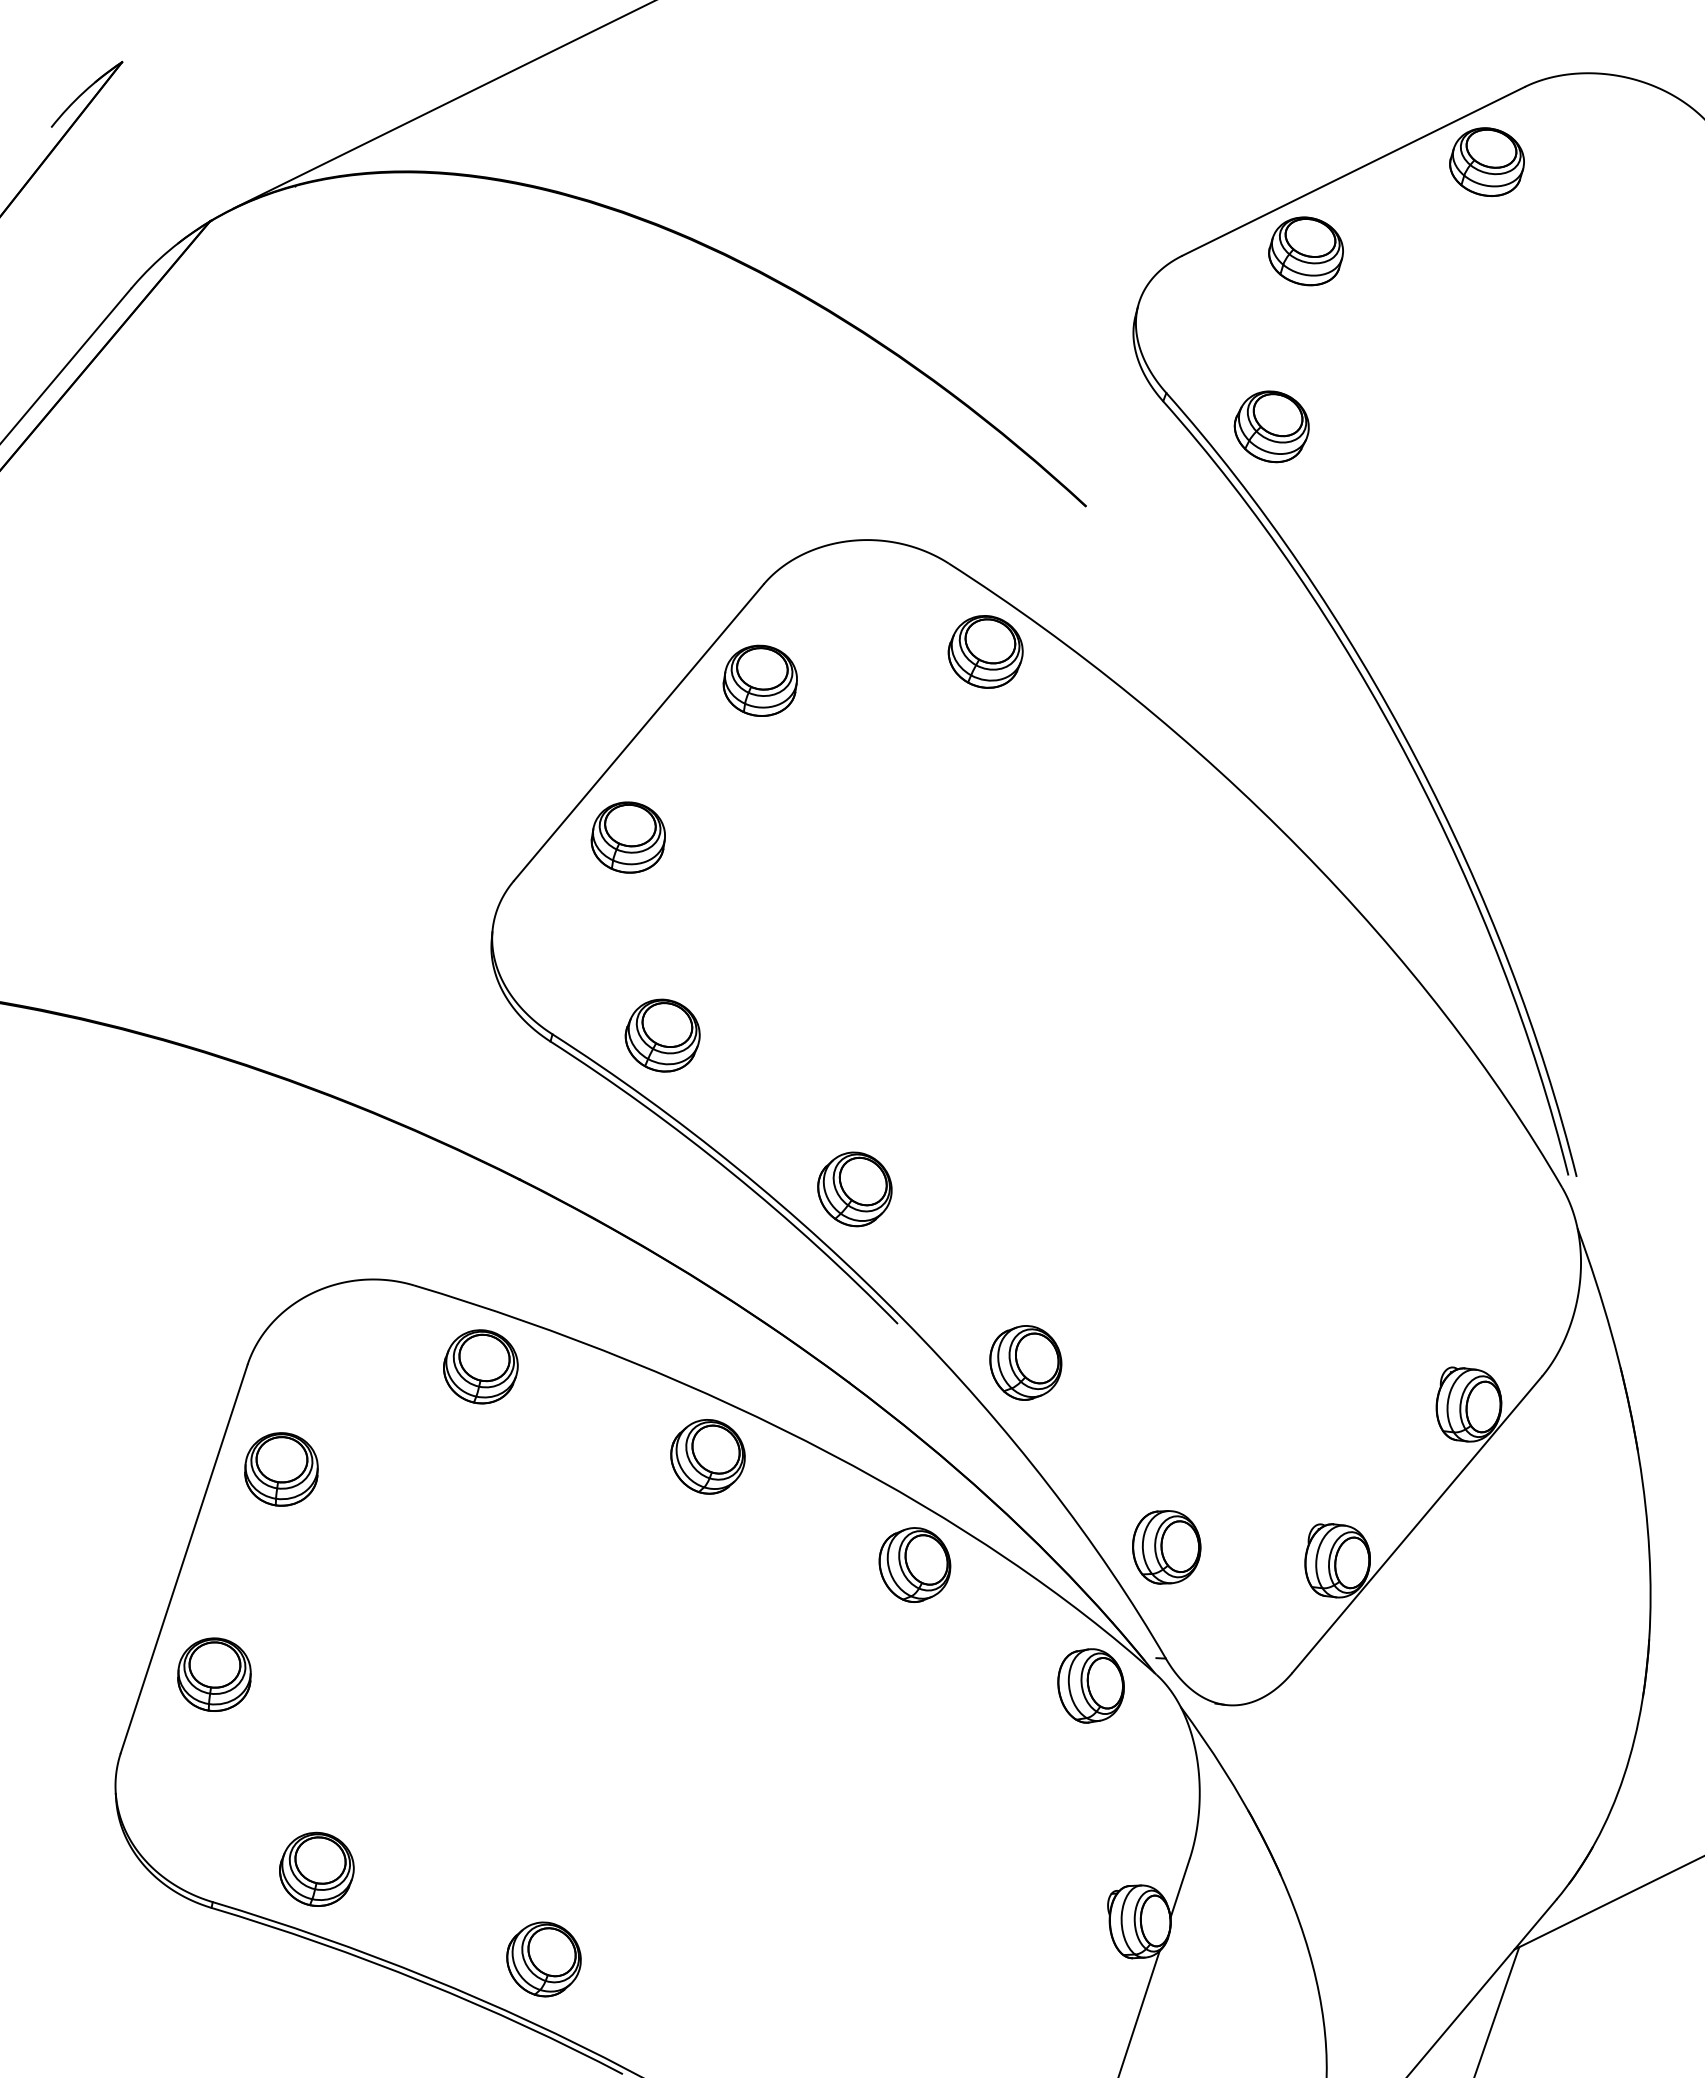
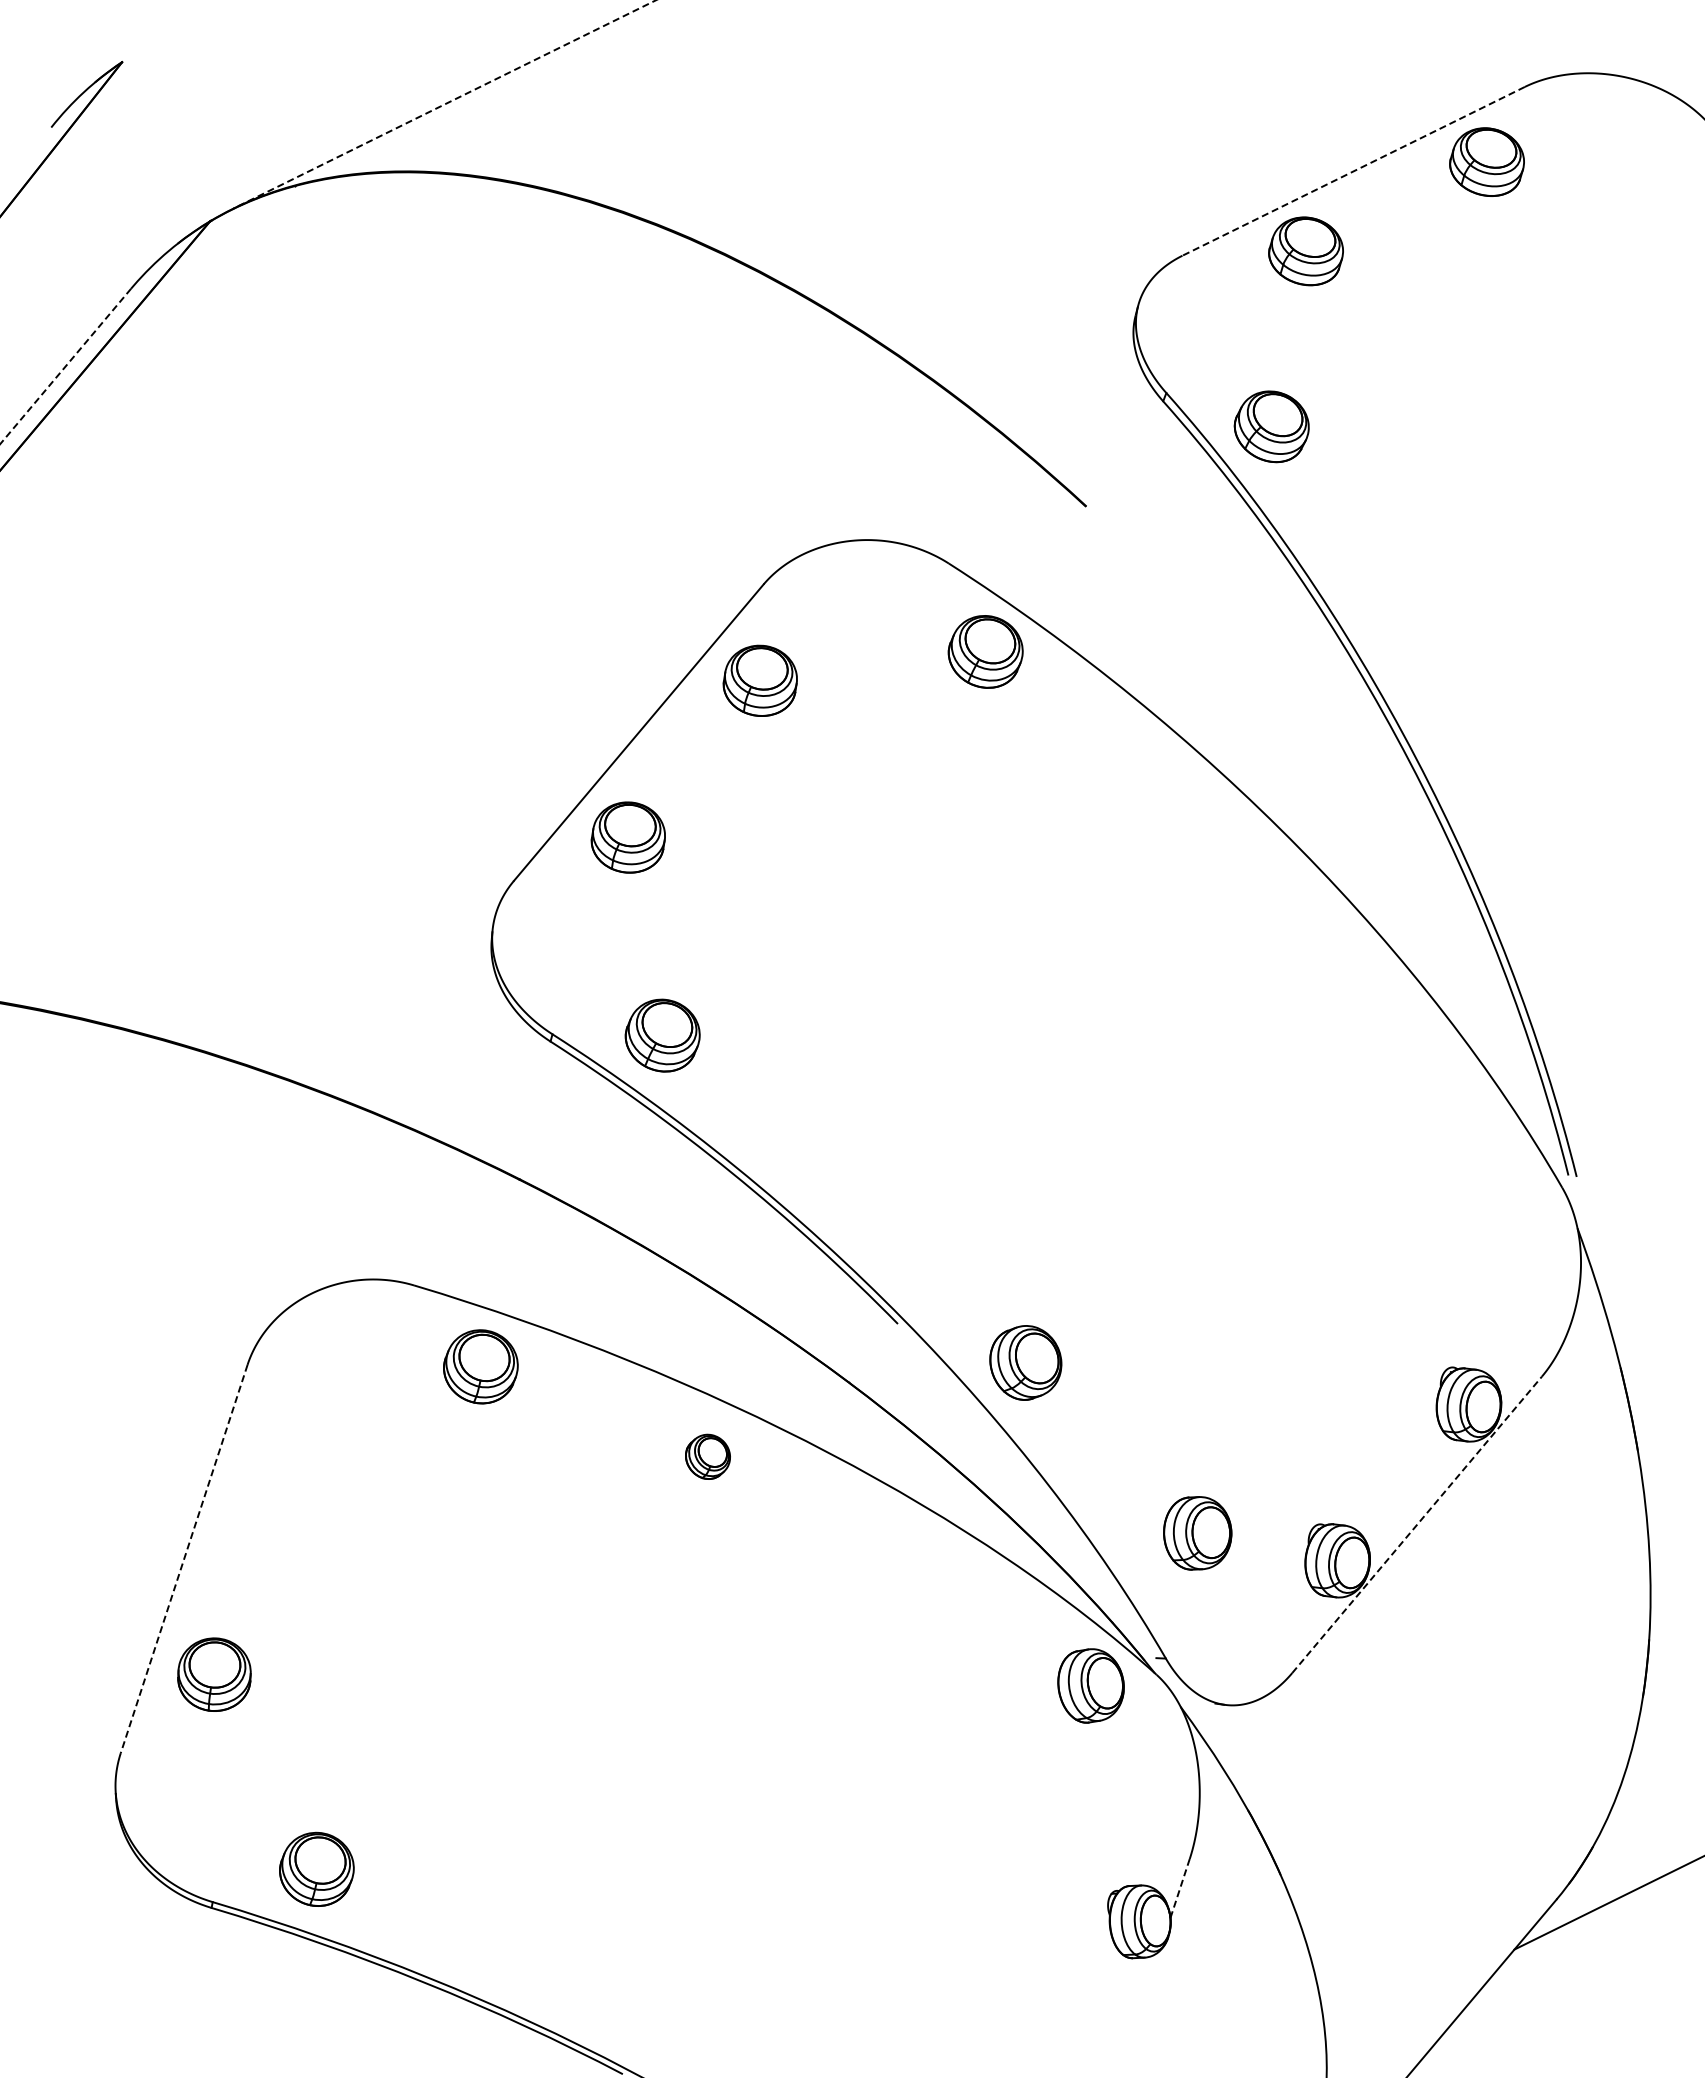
line at (444, 104): solid -> dashed
line at (1353, 171): solid -> dashed
line at (65, 366): solid -> dashed
part at (854, 1189): present -> none
part at (707, 1456) size: 76x76 px -> 46x47 px
part at (281, 1469): present -> none
line at (1417, 1524): solid -> dashed
part at (1166, 1547) position: (1166, 1547) -> (1197, 1533)
line at (184, 1559): solid -> dashed
part at (914, 1564): present -> none
line at (1180, 1888): solid -> dashed
part at (543, 1959): present -> none
line at (1497, 2010): present -> none
line at (1139, 2012): present -> none
